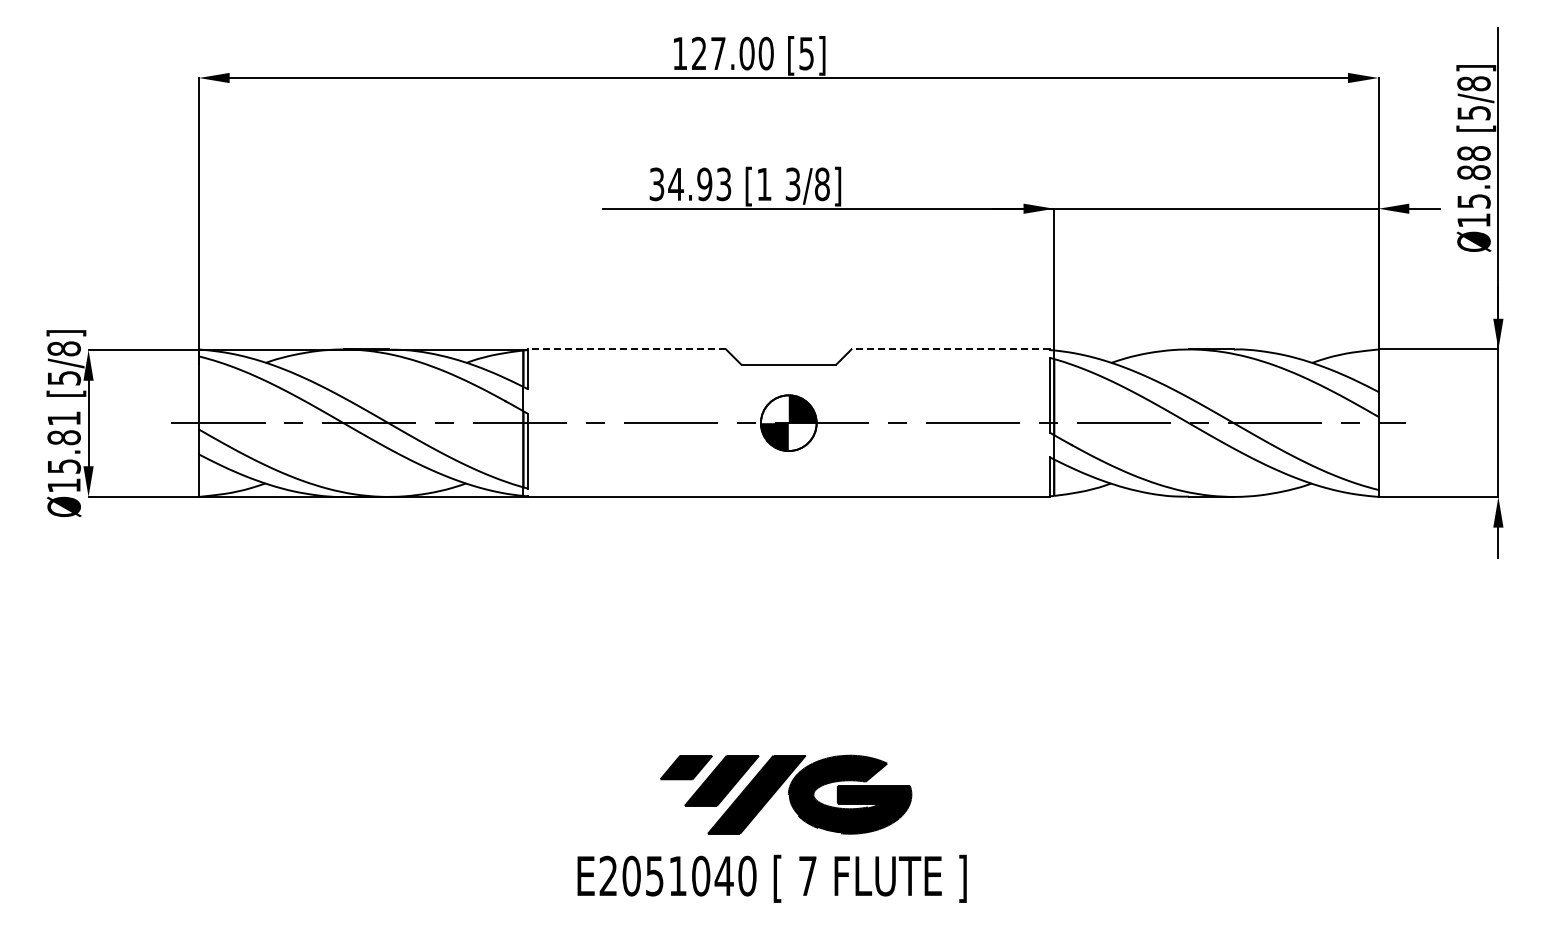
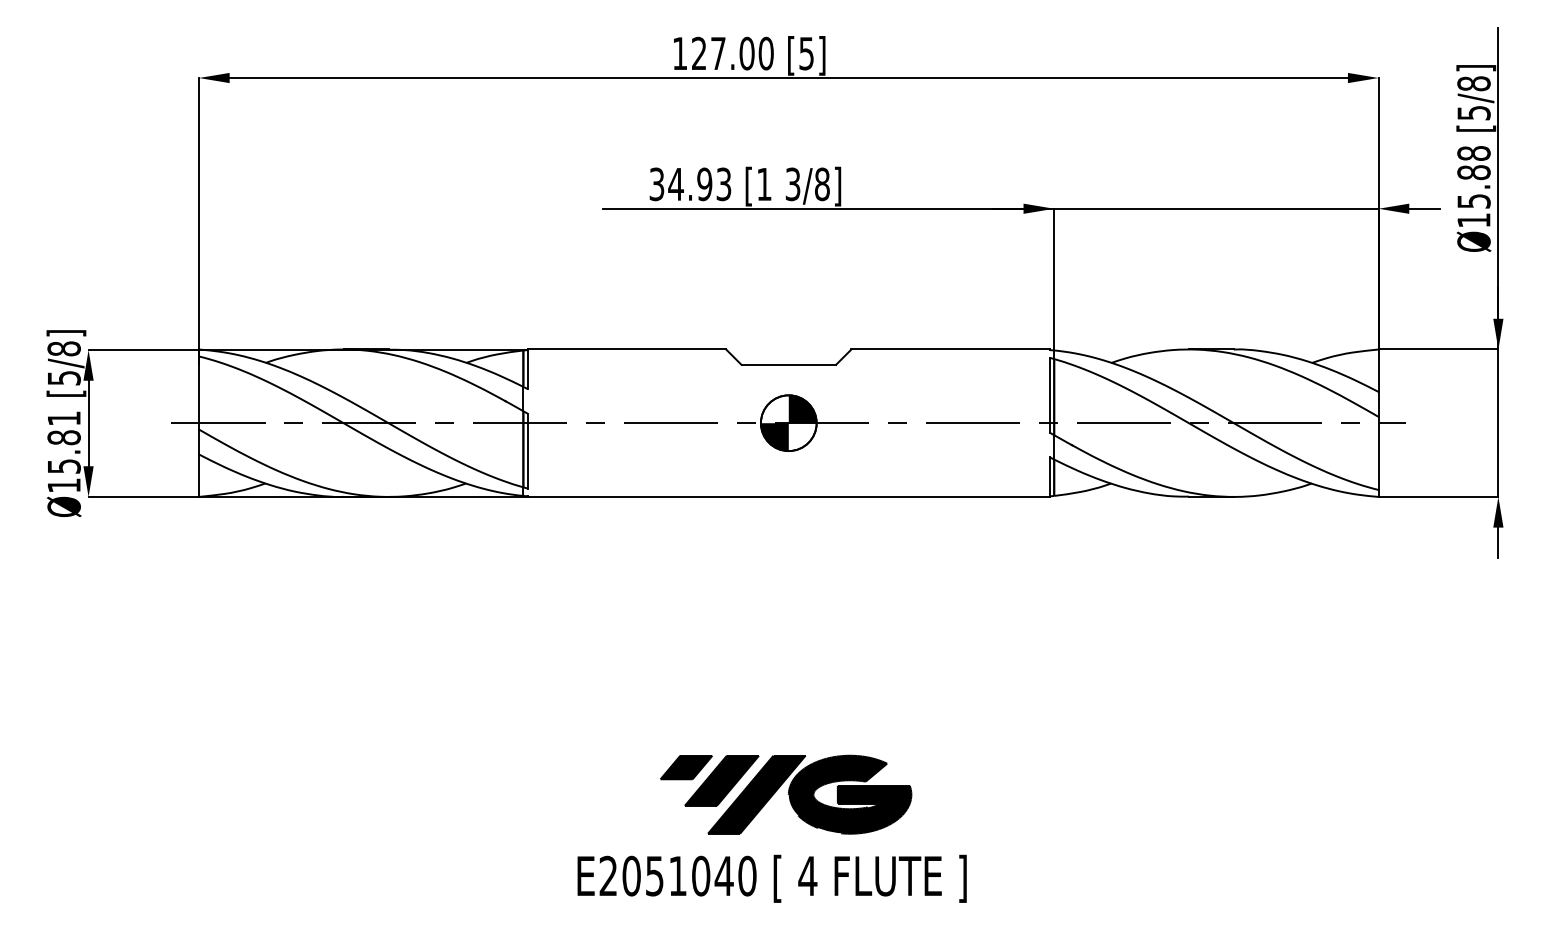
line at (626, 349): dashed -> solid
line at (950, 349): dashed -> solid
text at (807, 875): 7 -> 4
